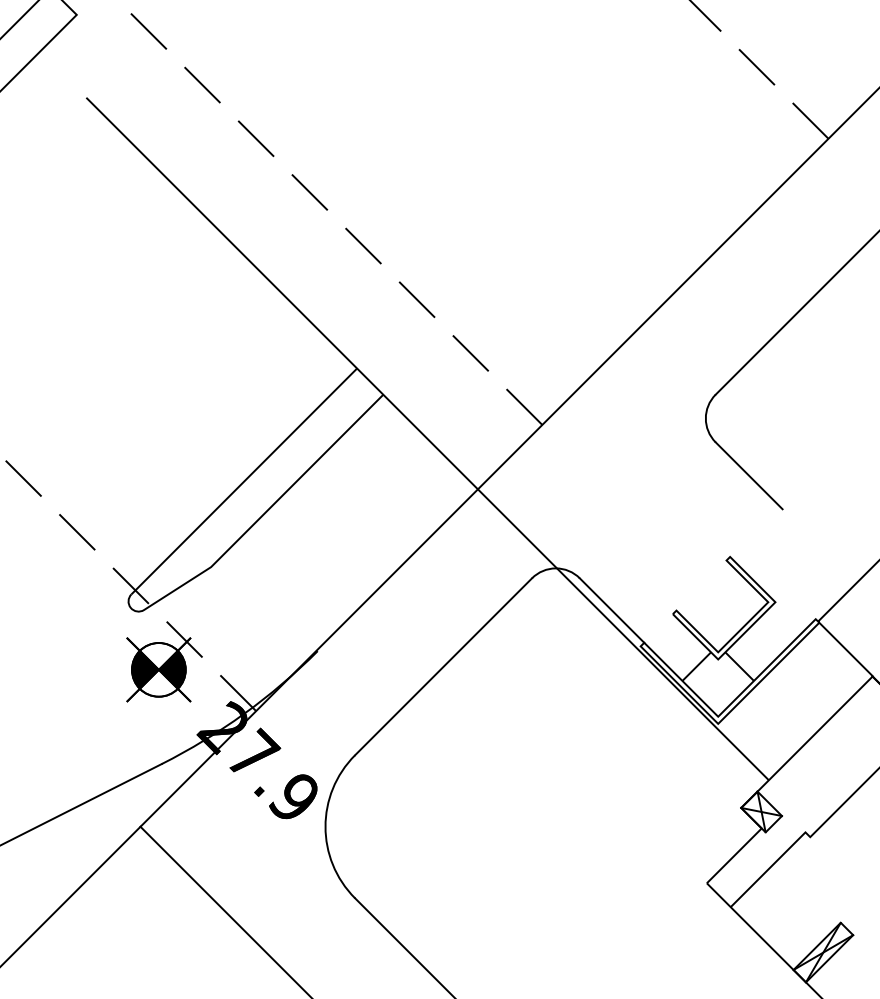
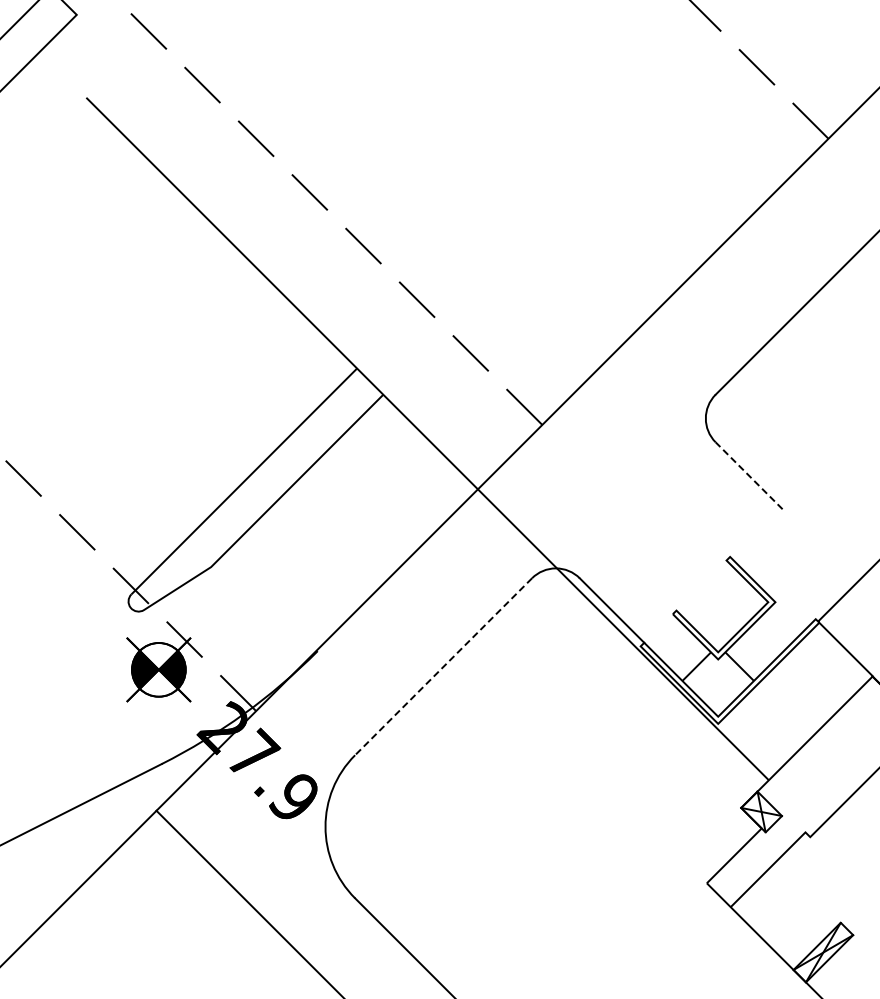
line at (748, 475): solid -> dashed
line at (443, 667): solid -> dashed
line at (224, 910) position: (224, 910) -> (248, 902)
